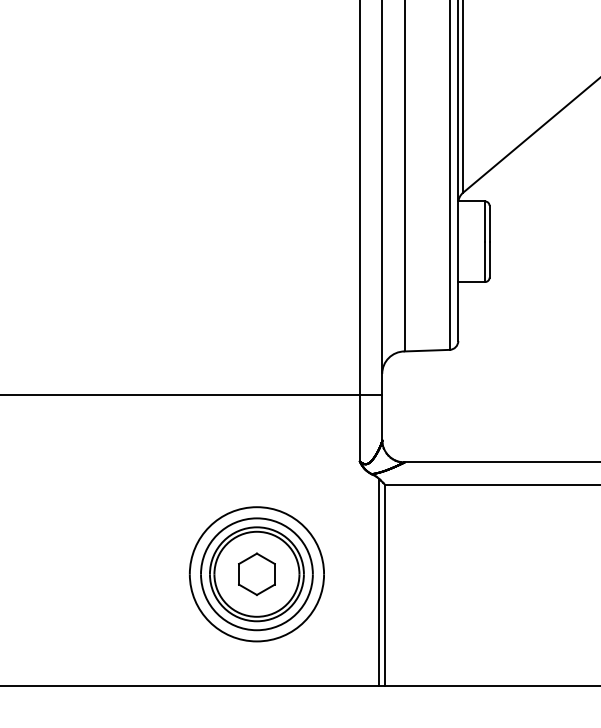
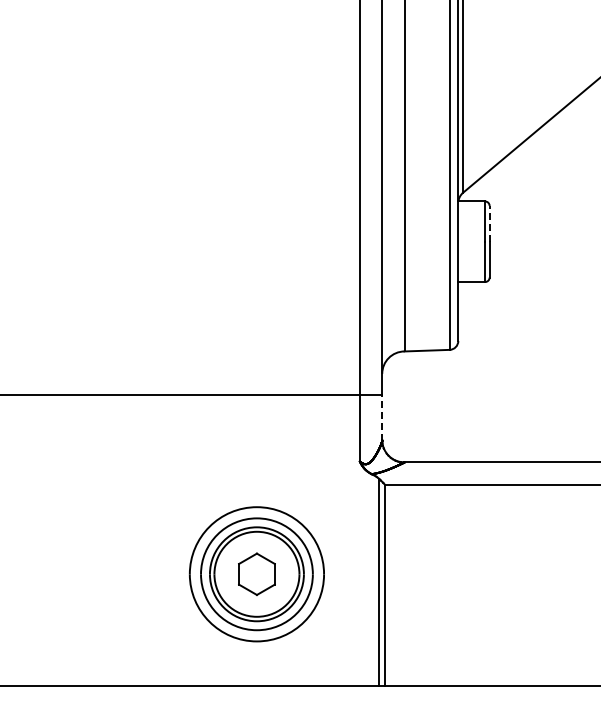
line at (489, 223): solid -> dashed
line at (382, 417): solid -> dashed
